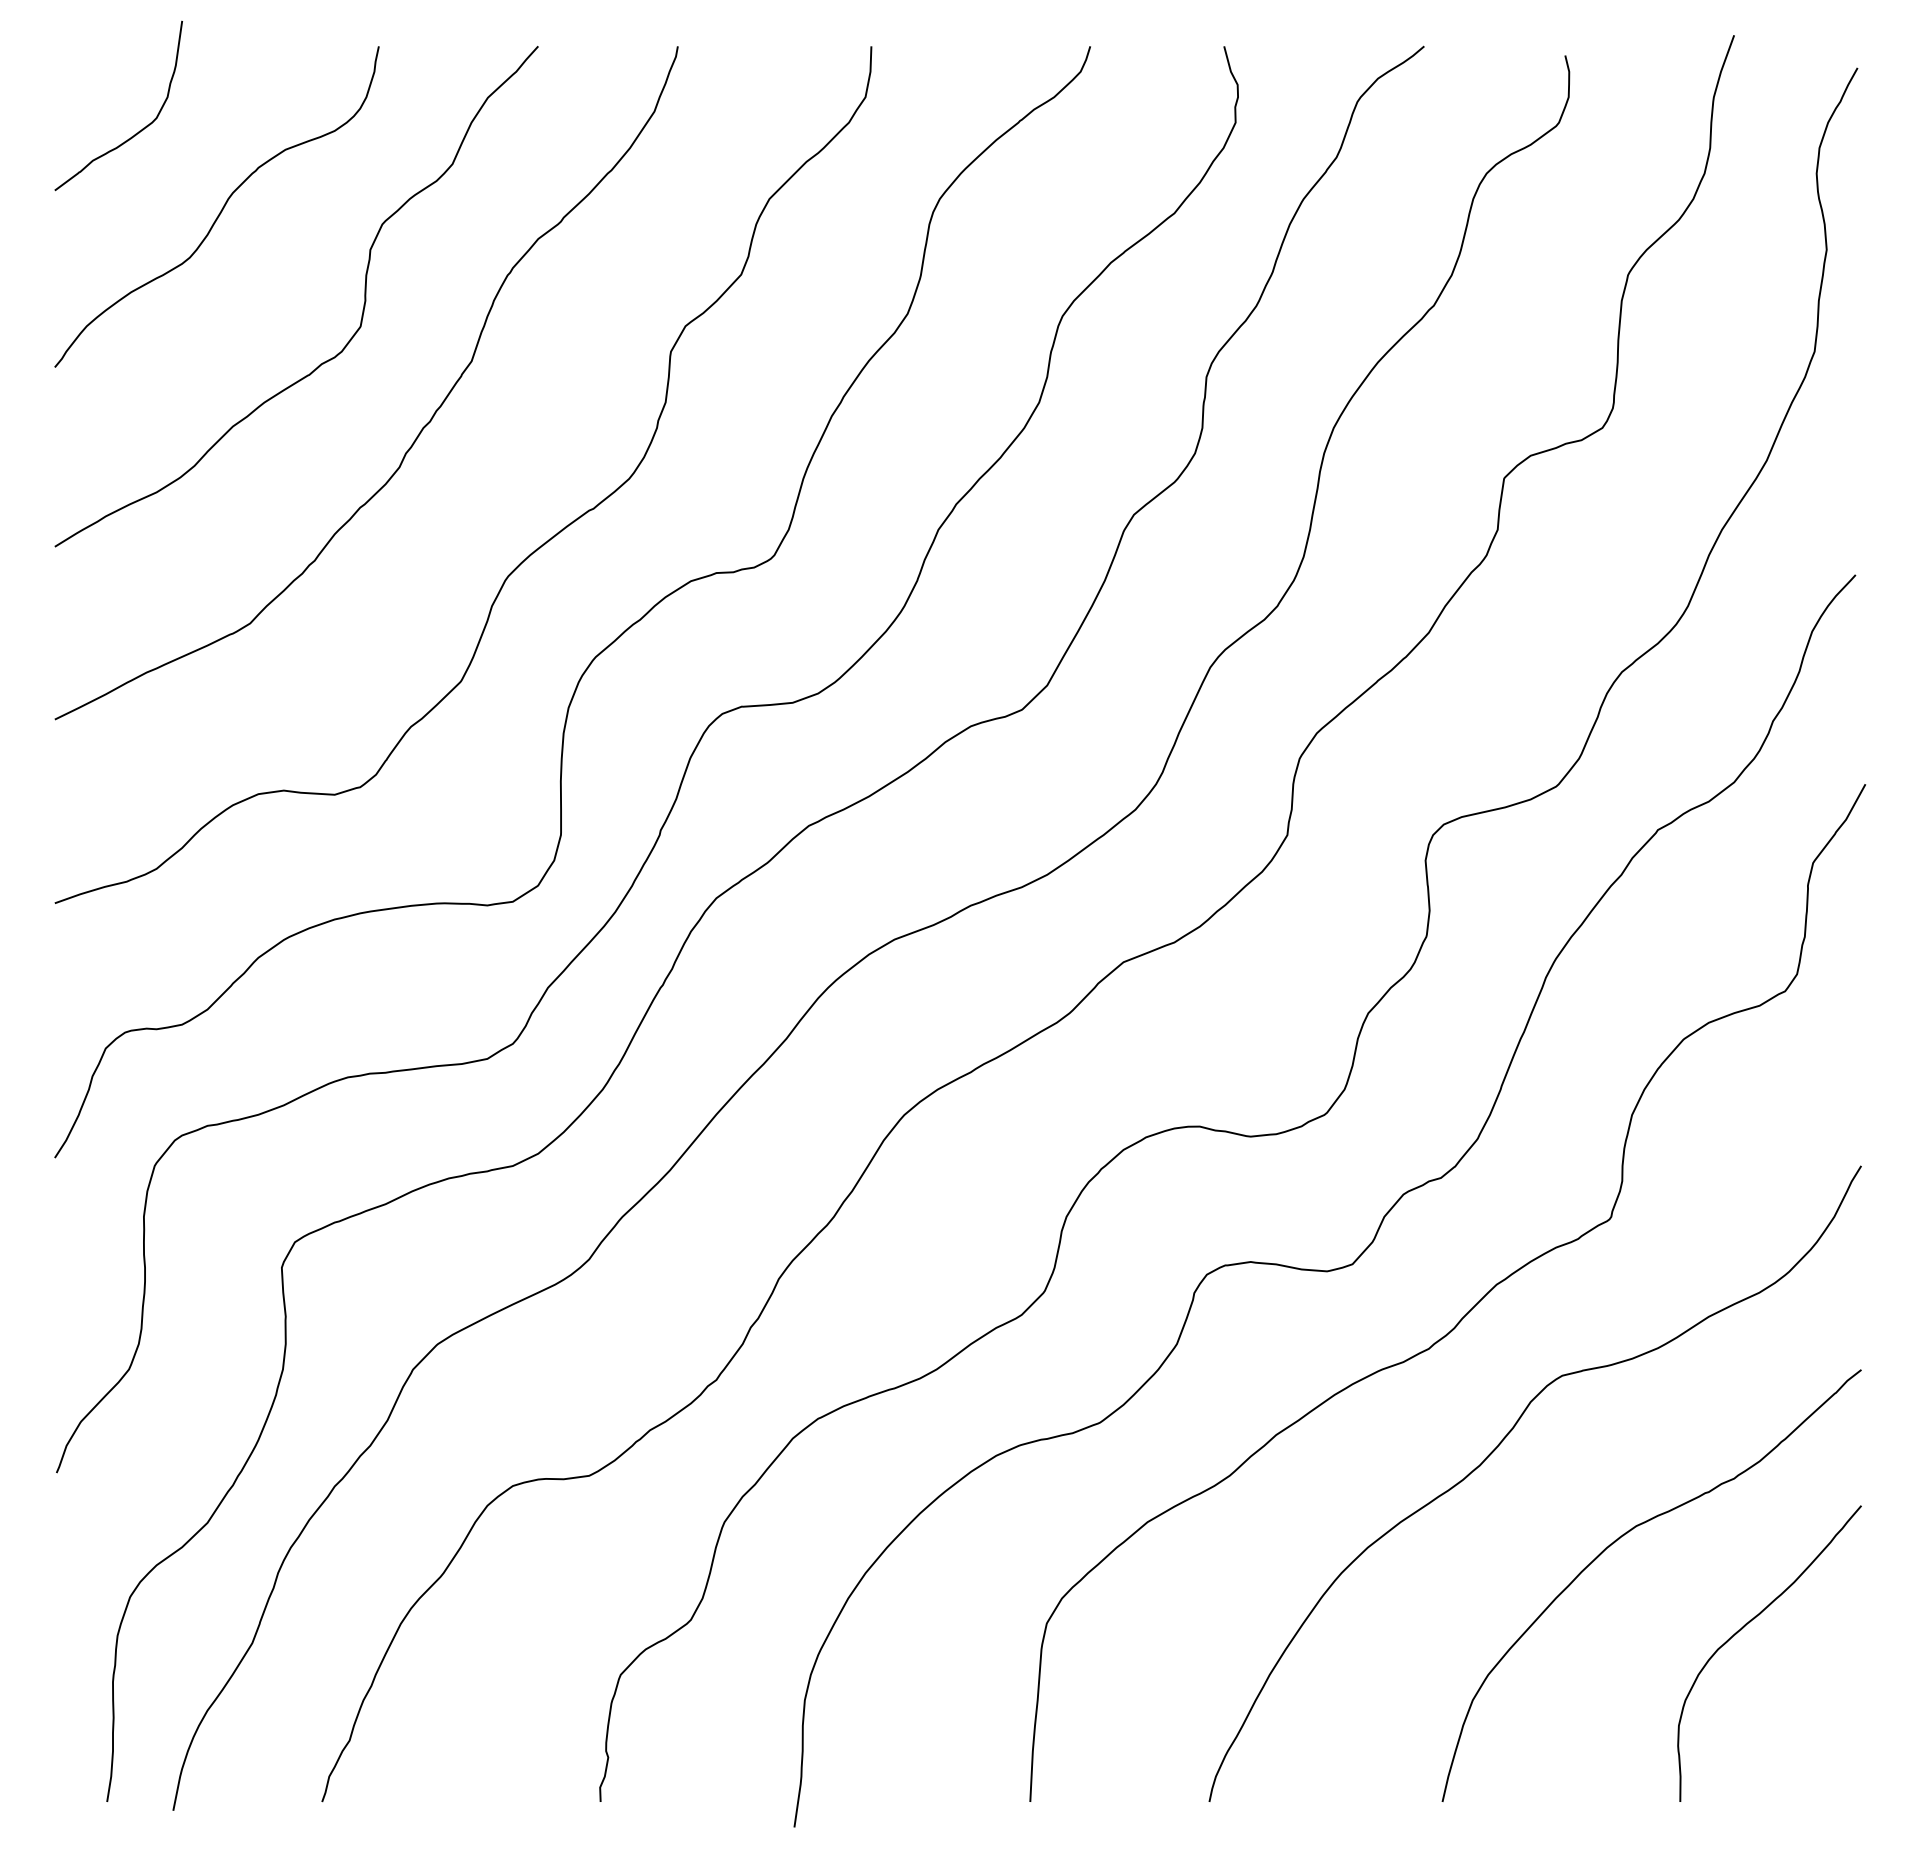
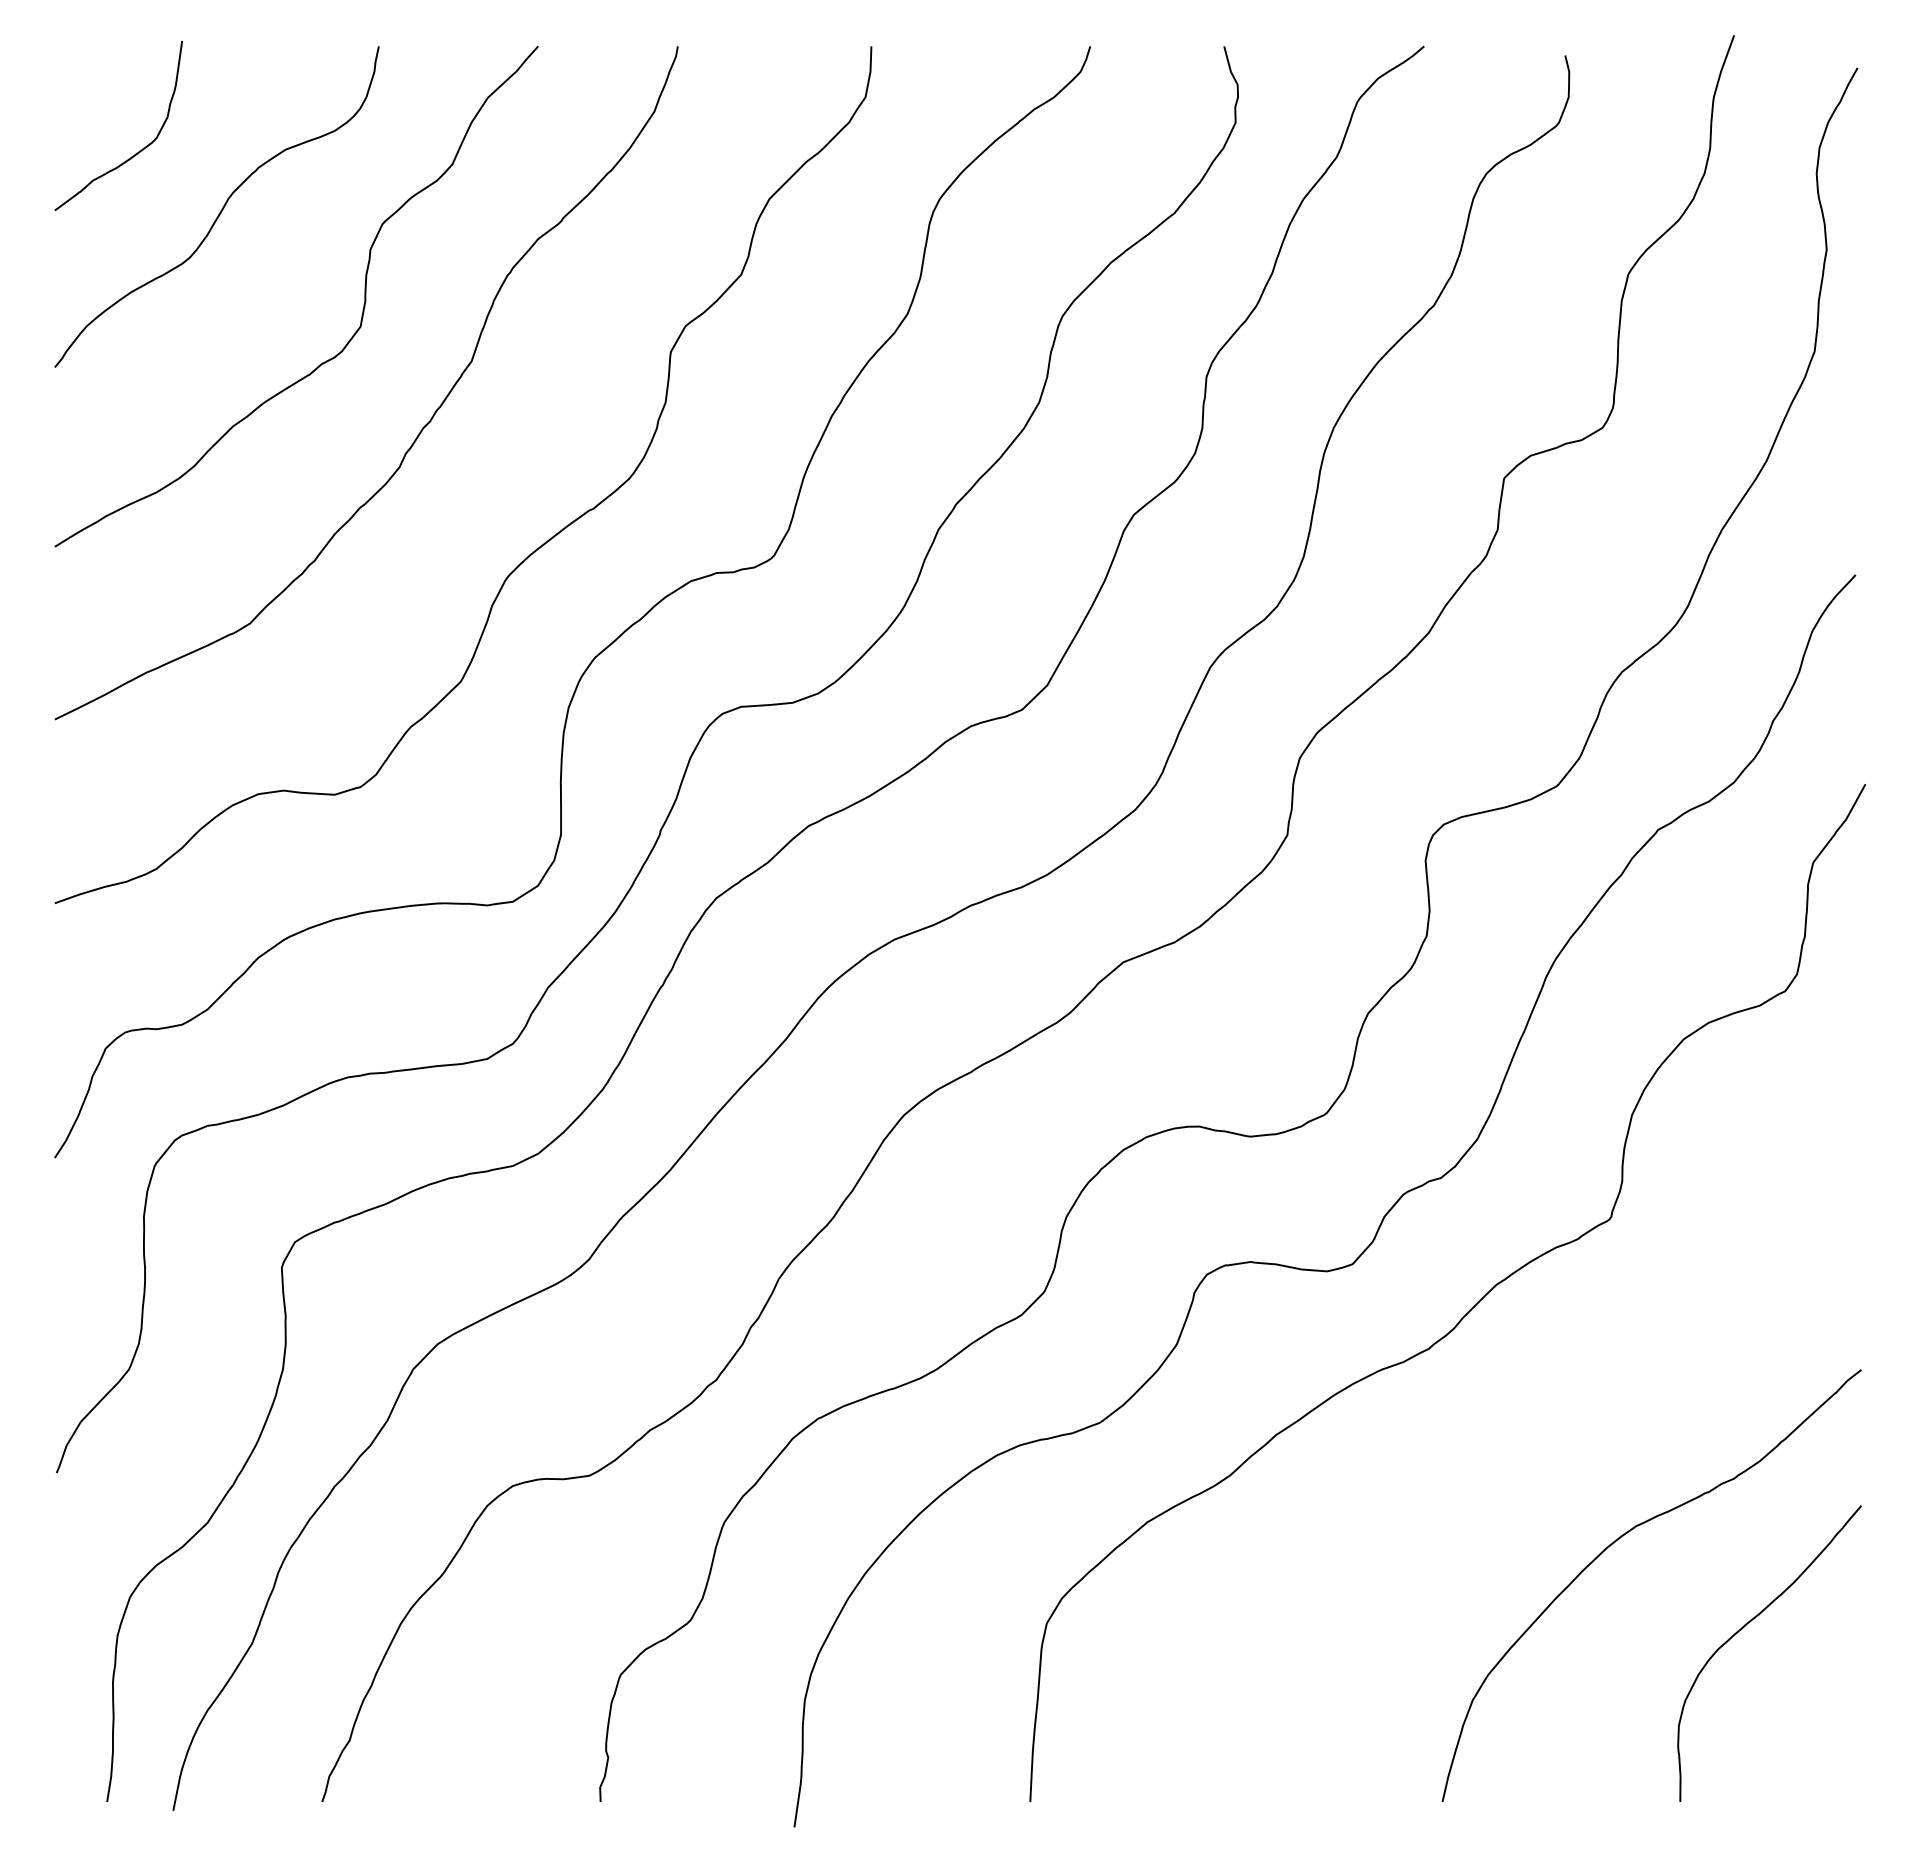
curve at (139, 130) position: (139, 130) -> (139, 150)
curve at (1497, 1448): present -> none
